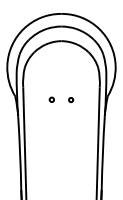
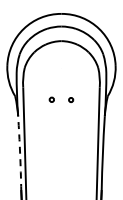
arc at (20, 153): solid -> dashed
